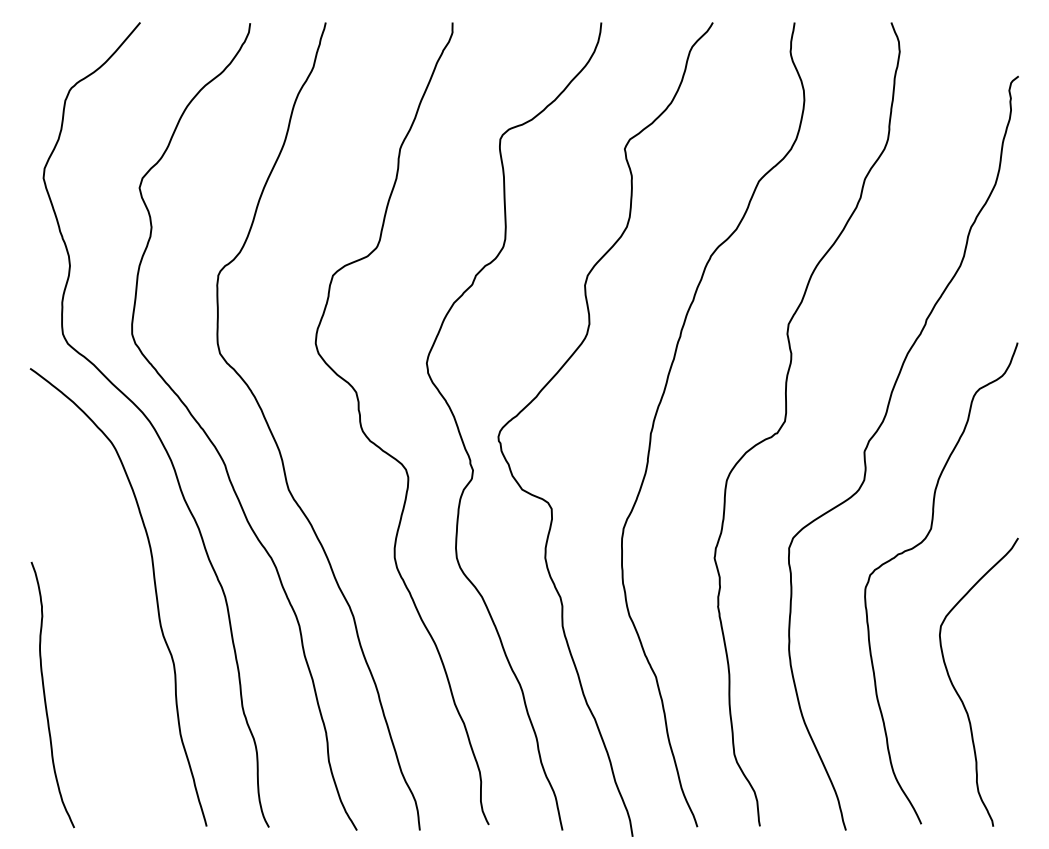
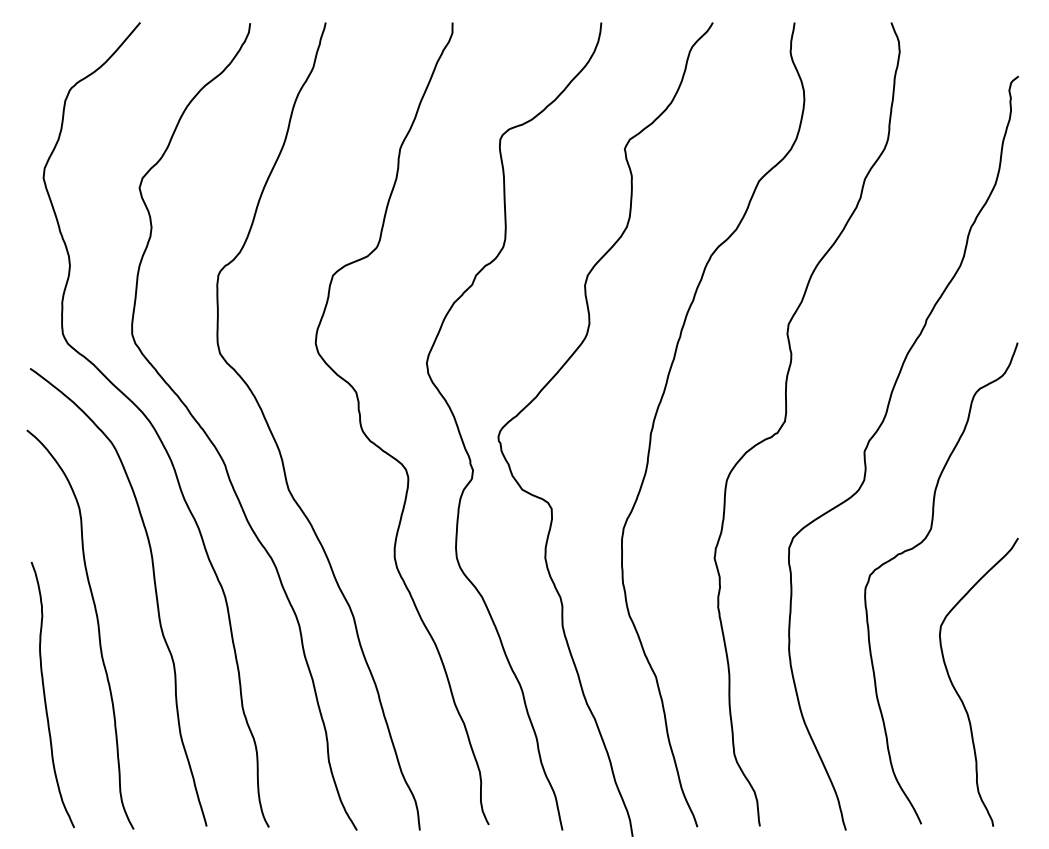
curve at (97, 627): none -> present
